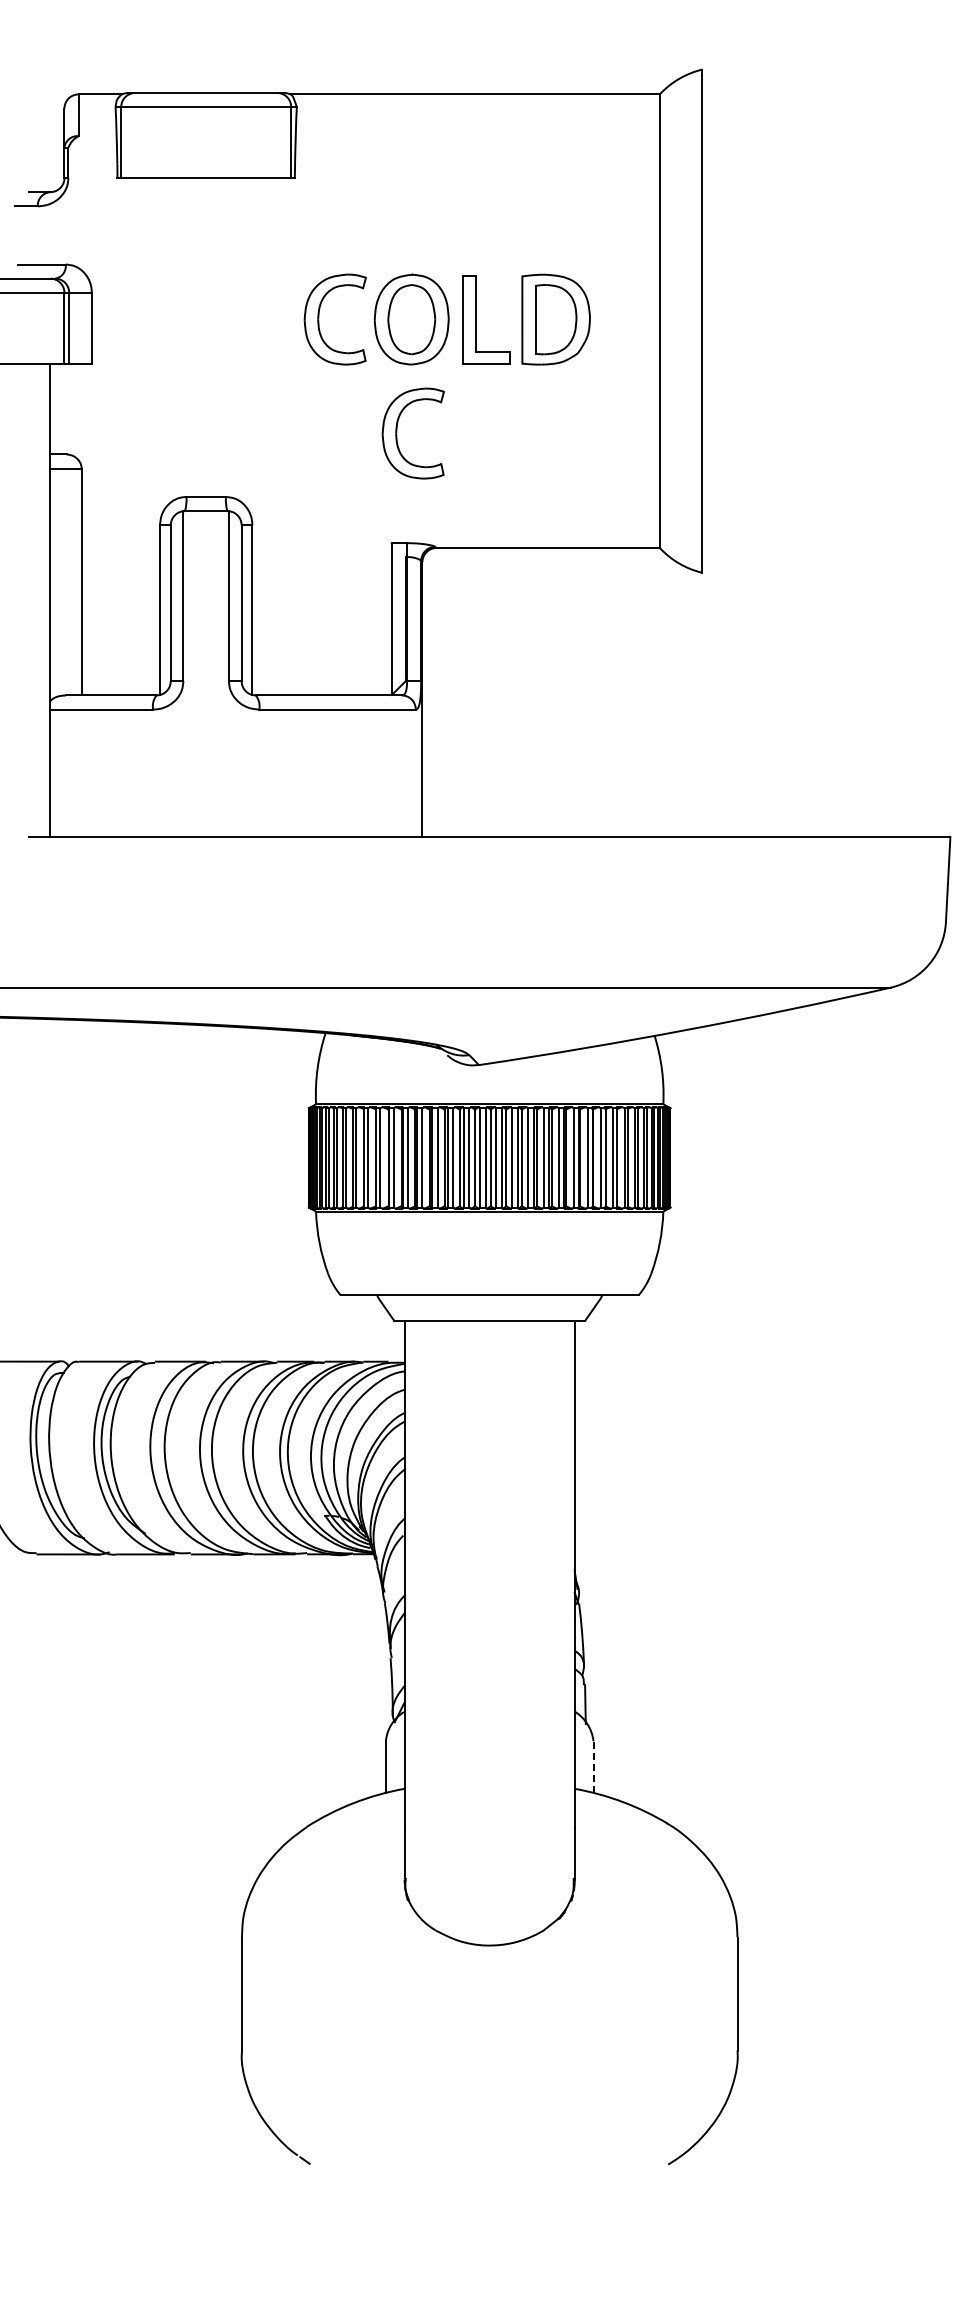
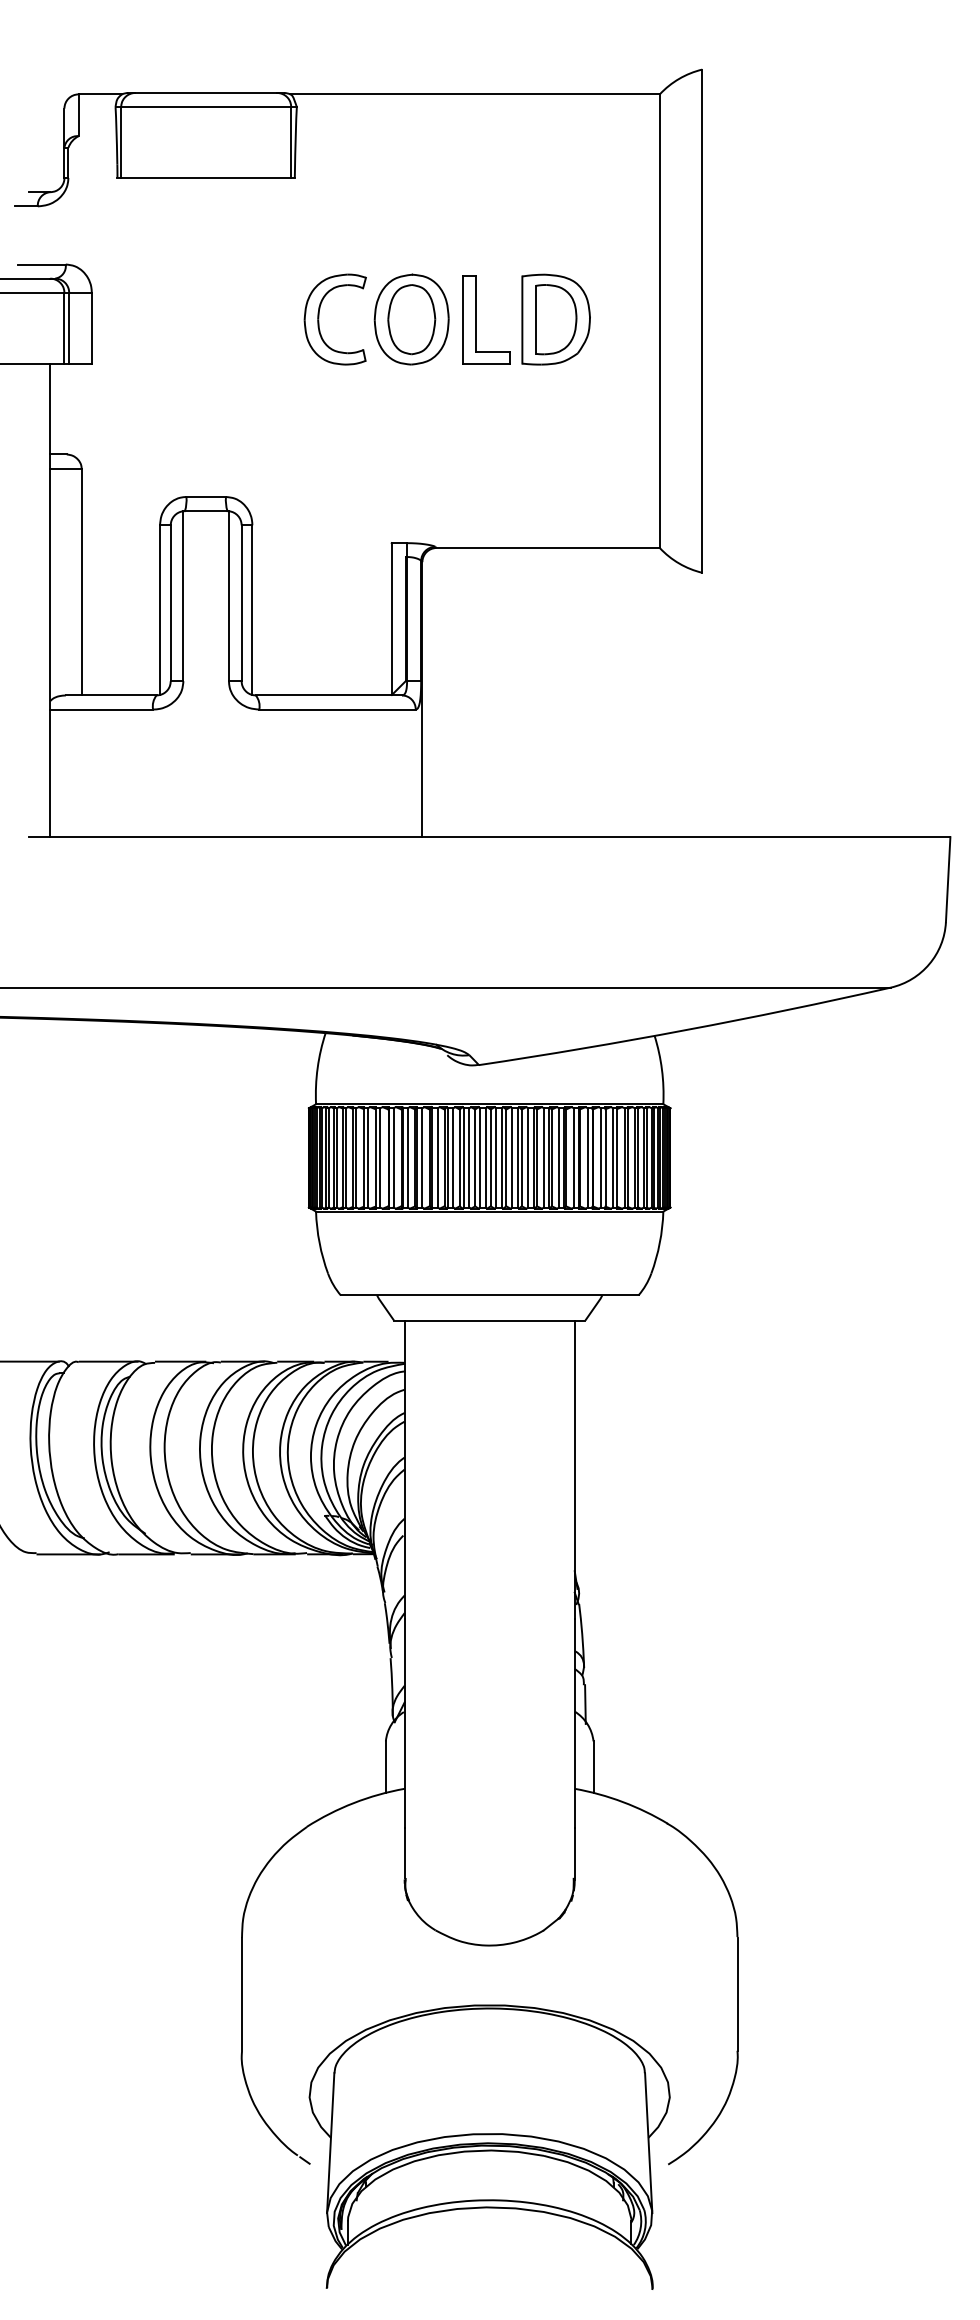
part at (397, 433): present -> none
line at (593, 1767): dashed -> solid
part at (489, 2146): none -> present
